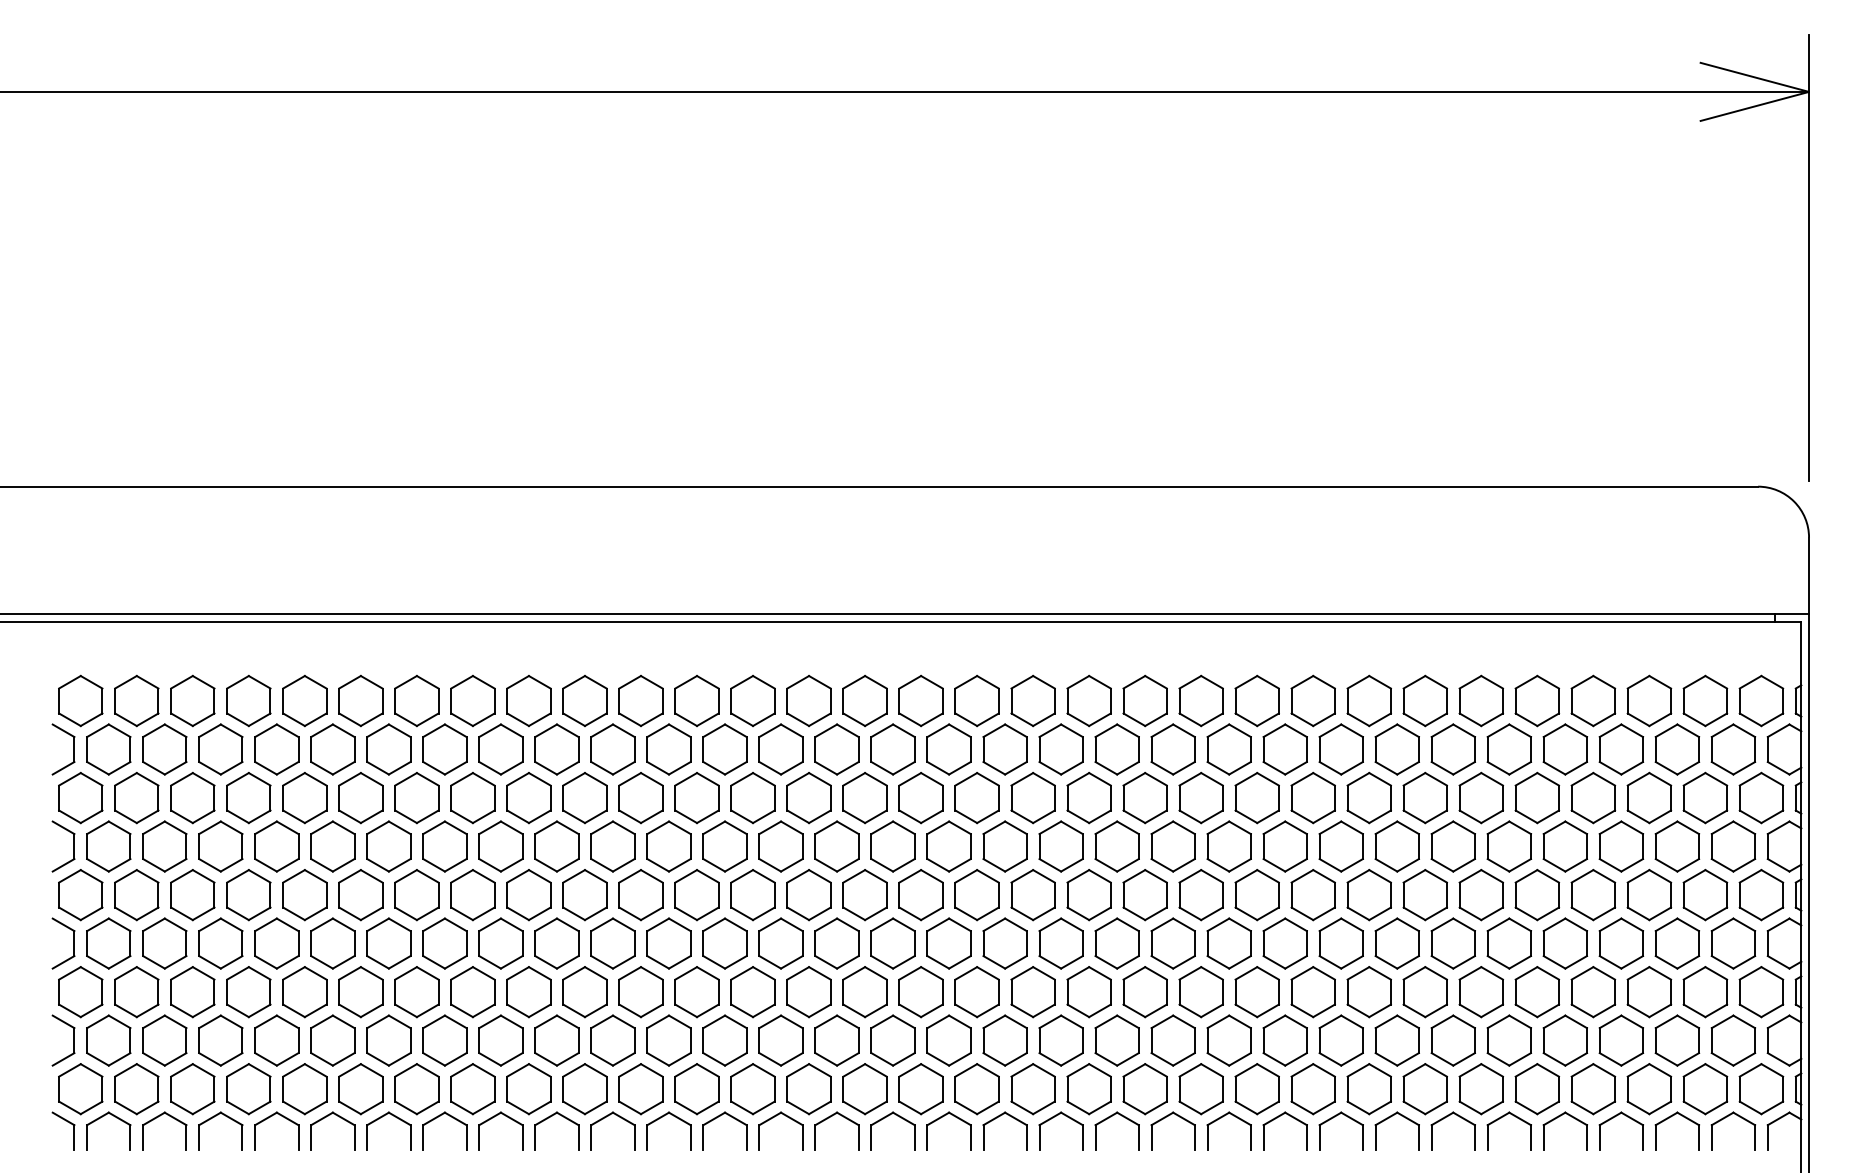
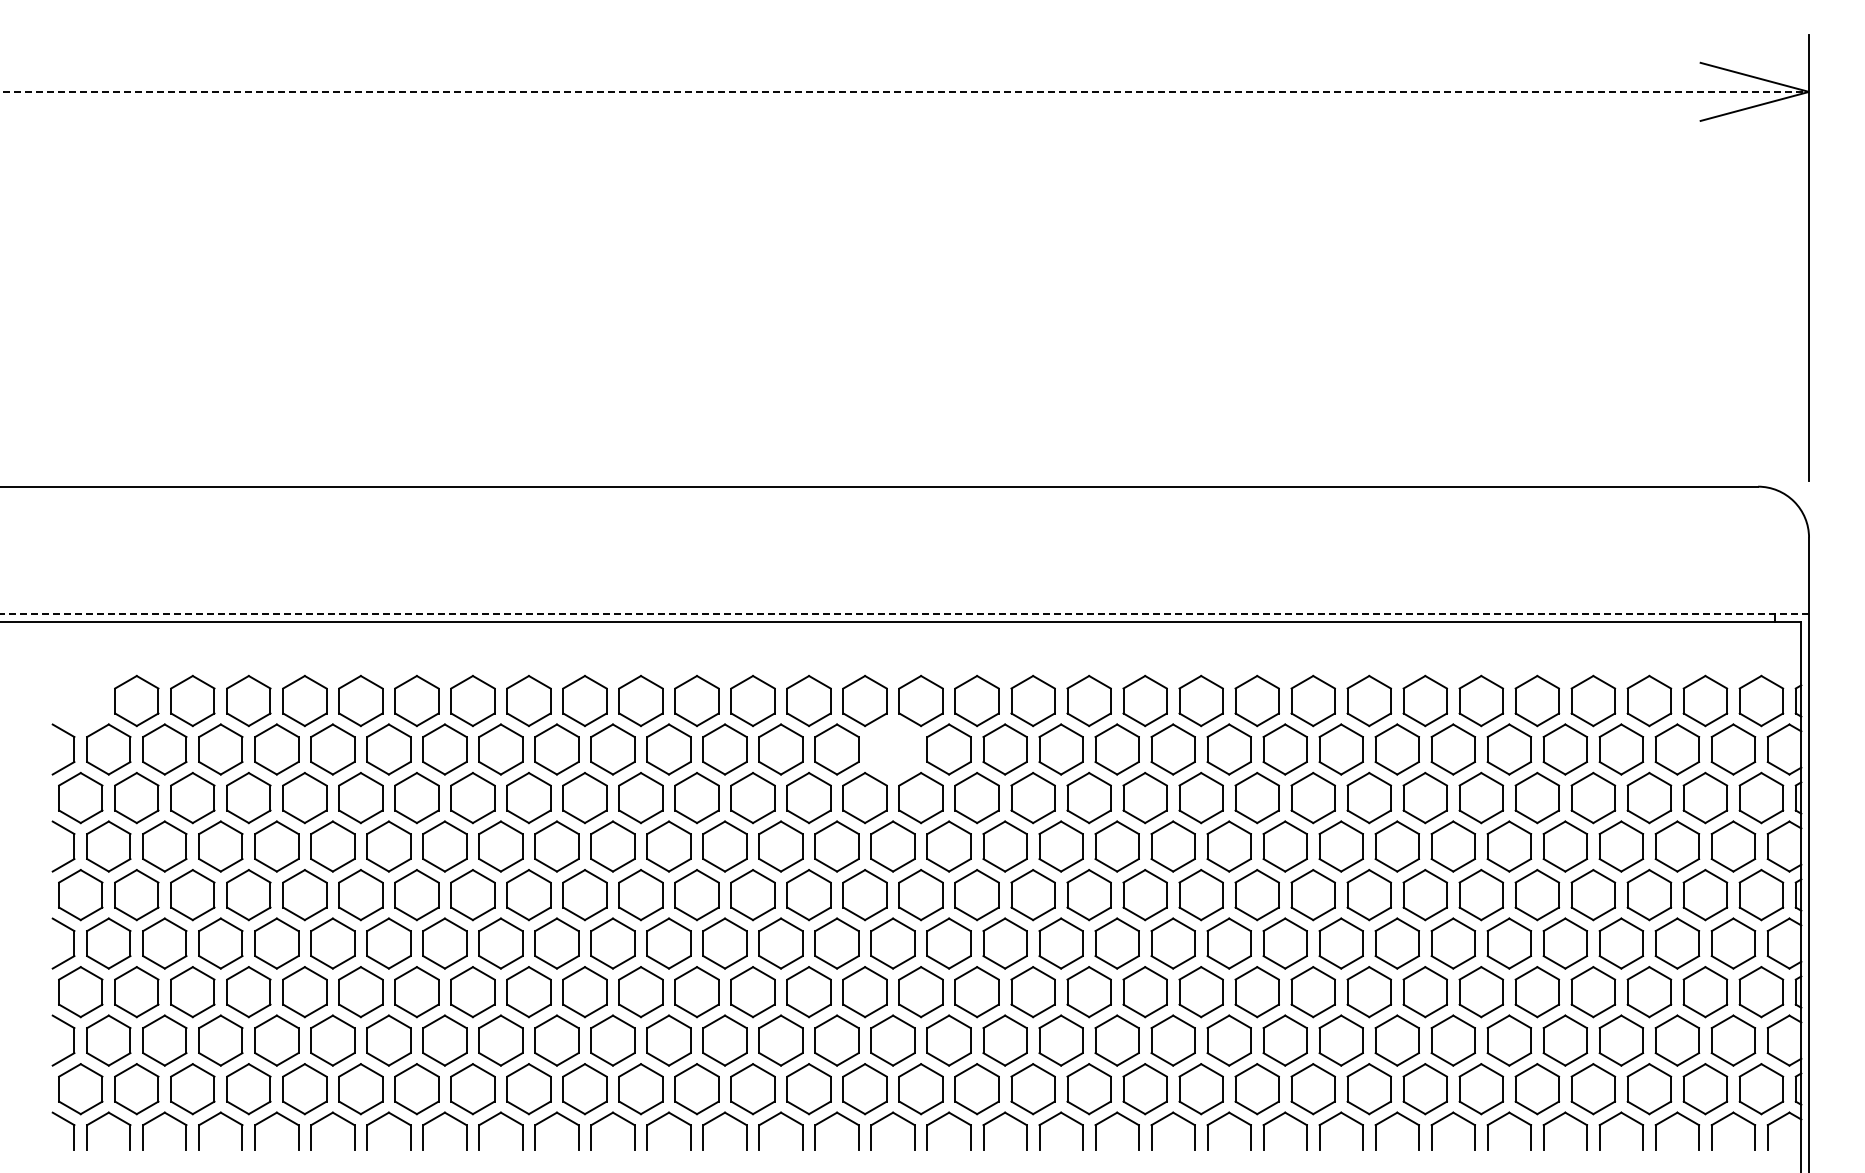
line at (905, 91): solid -> dashed
line at (904, 614): solid -> dashed
part at (80, 700): present -> none
part at (892, 749): present -> none
